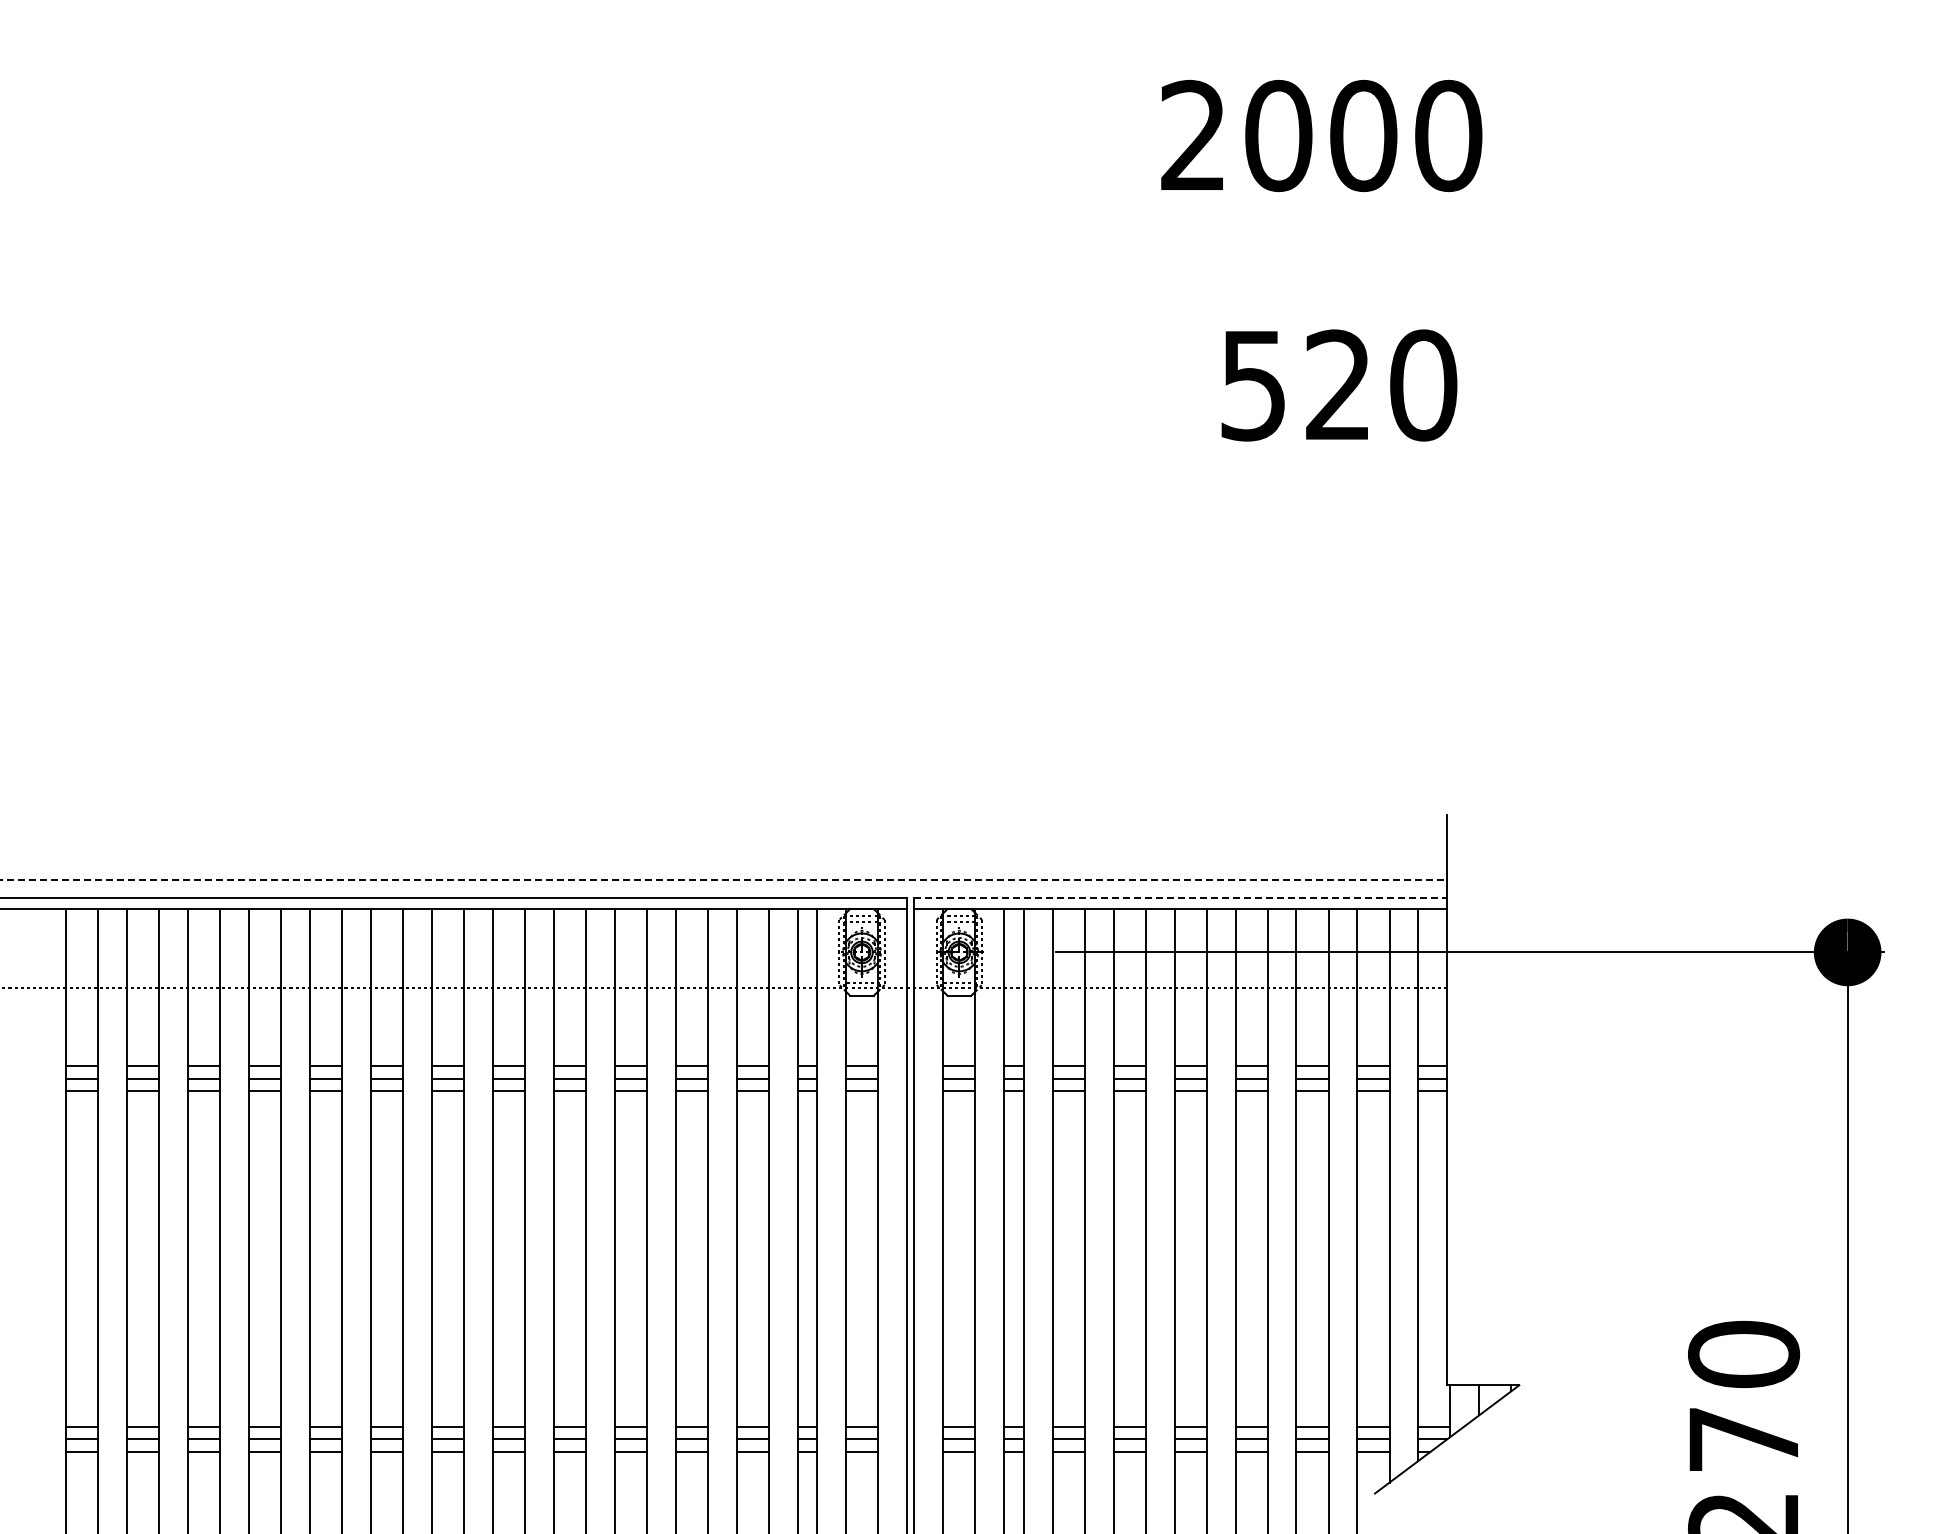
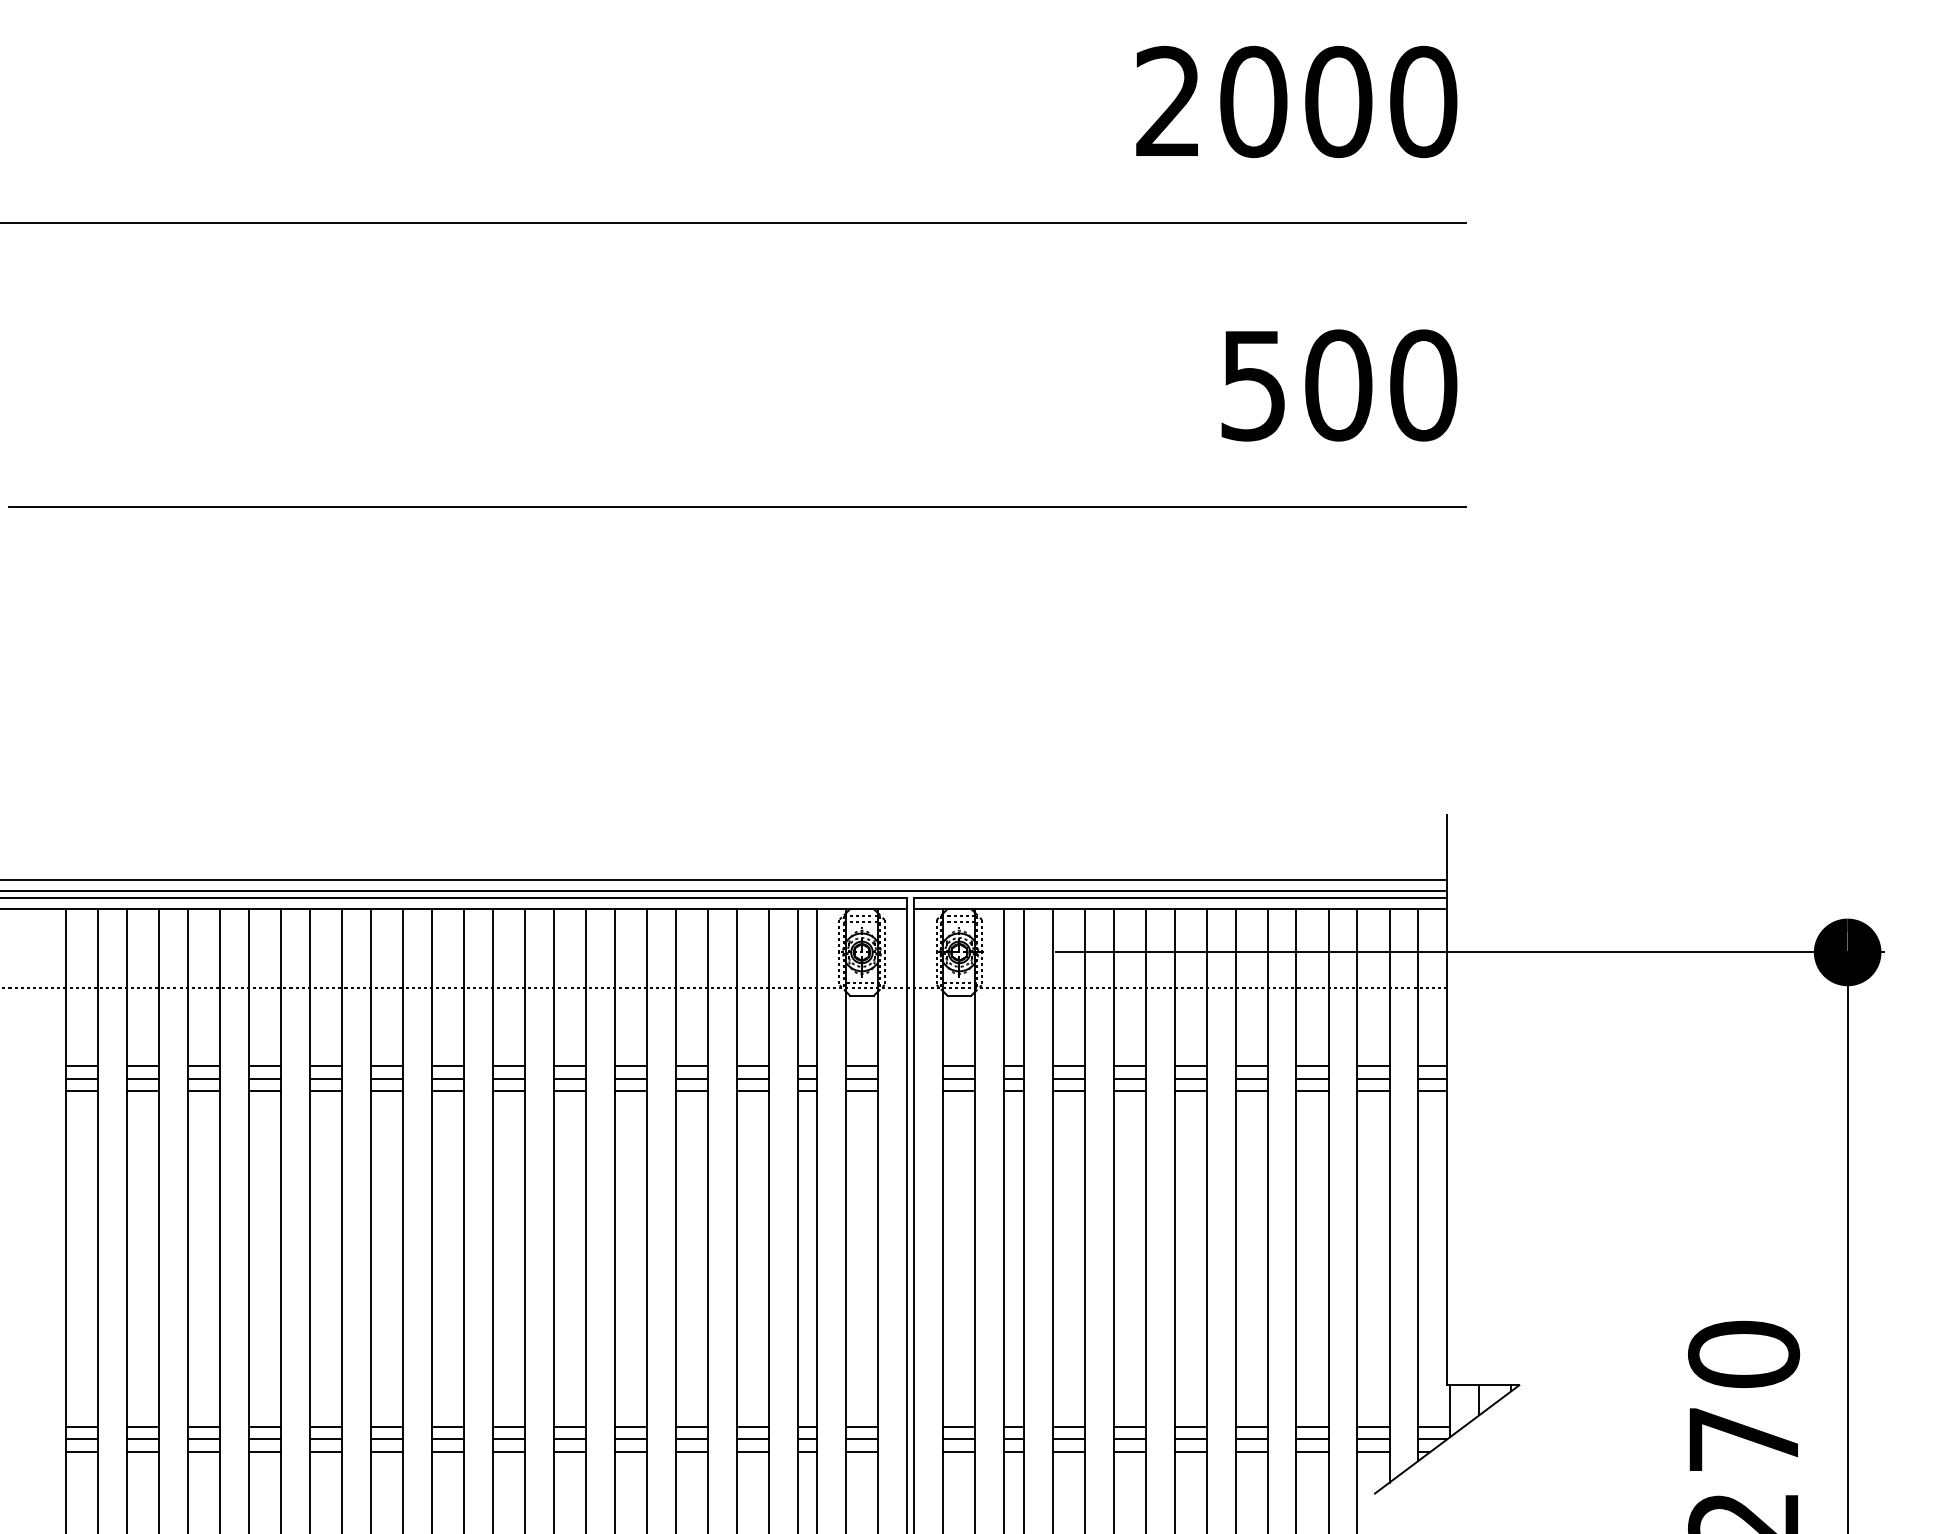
text at (1321, 135) position: (1321, 135) -> (1296, 101)
line at (734, 223): none -> present
text at (1338, 385): 520 -> 500
line at (737, 506): none -> present
line at (724, 880): dashed -> solid
line at (724, 891): none -> present
line at (1181, 898): dashed -> solid
